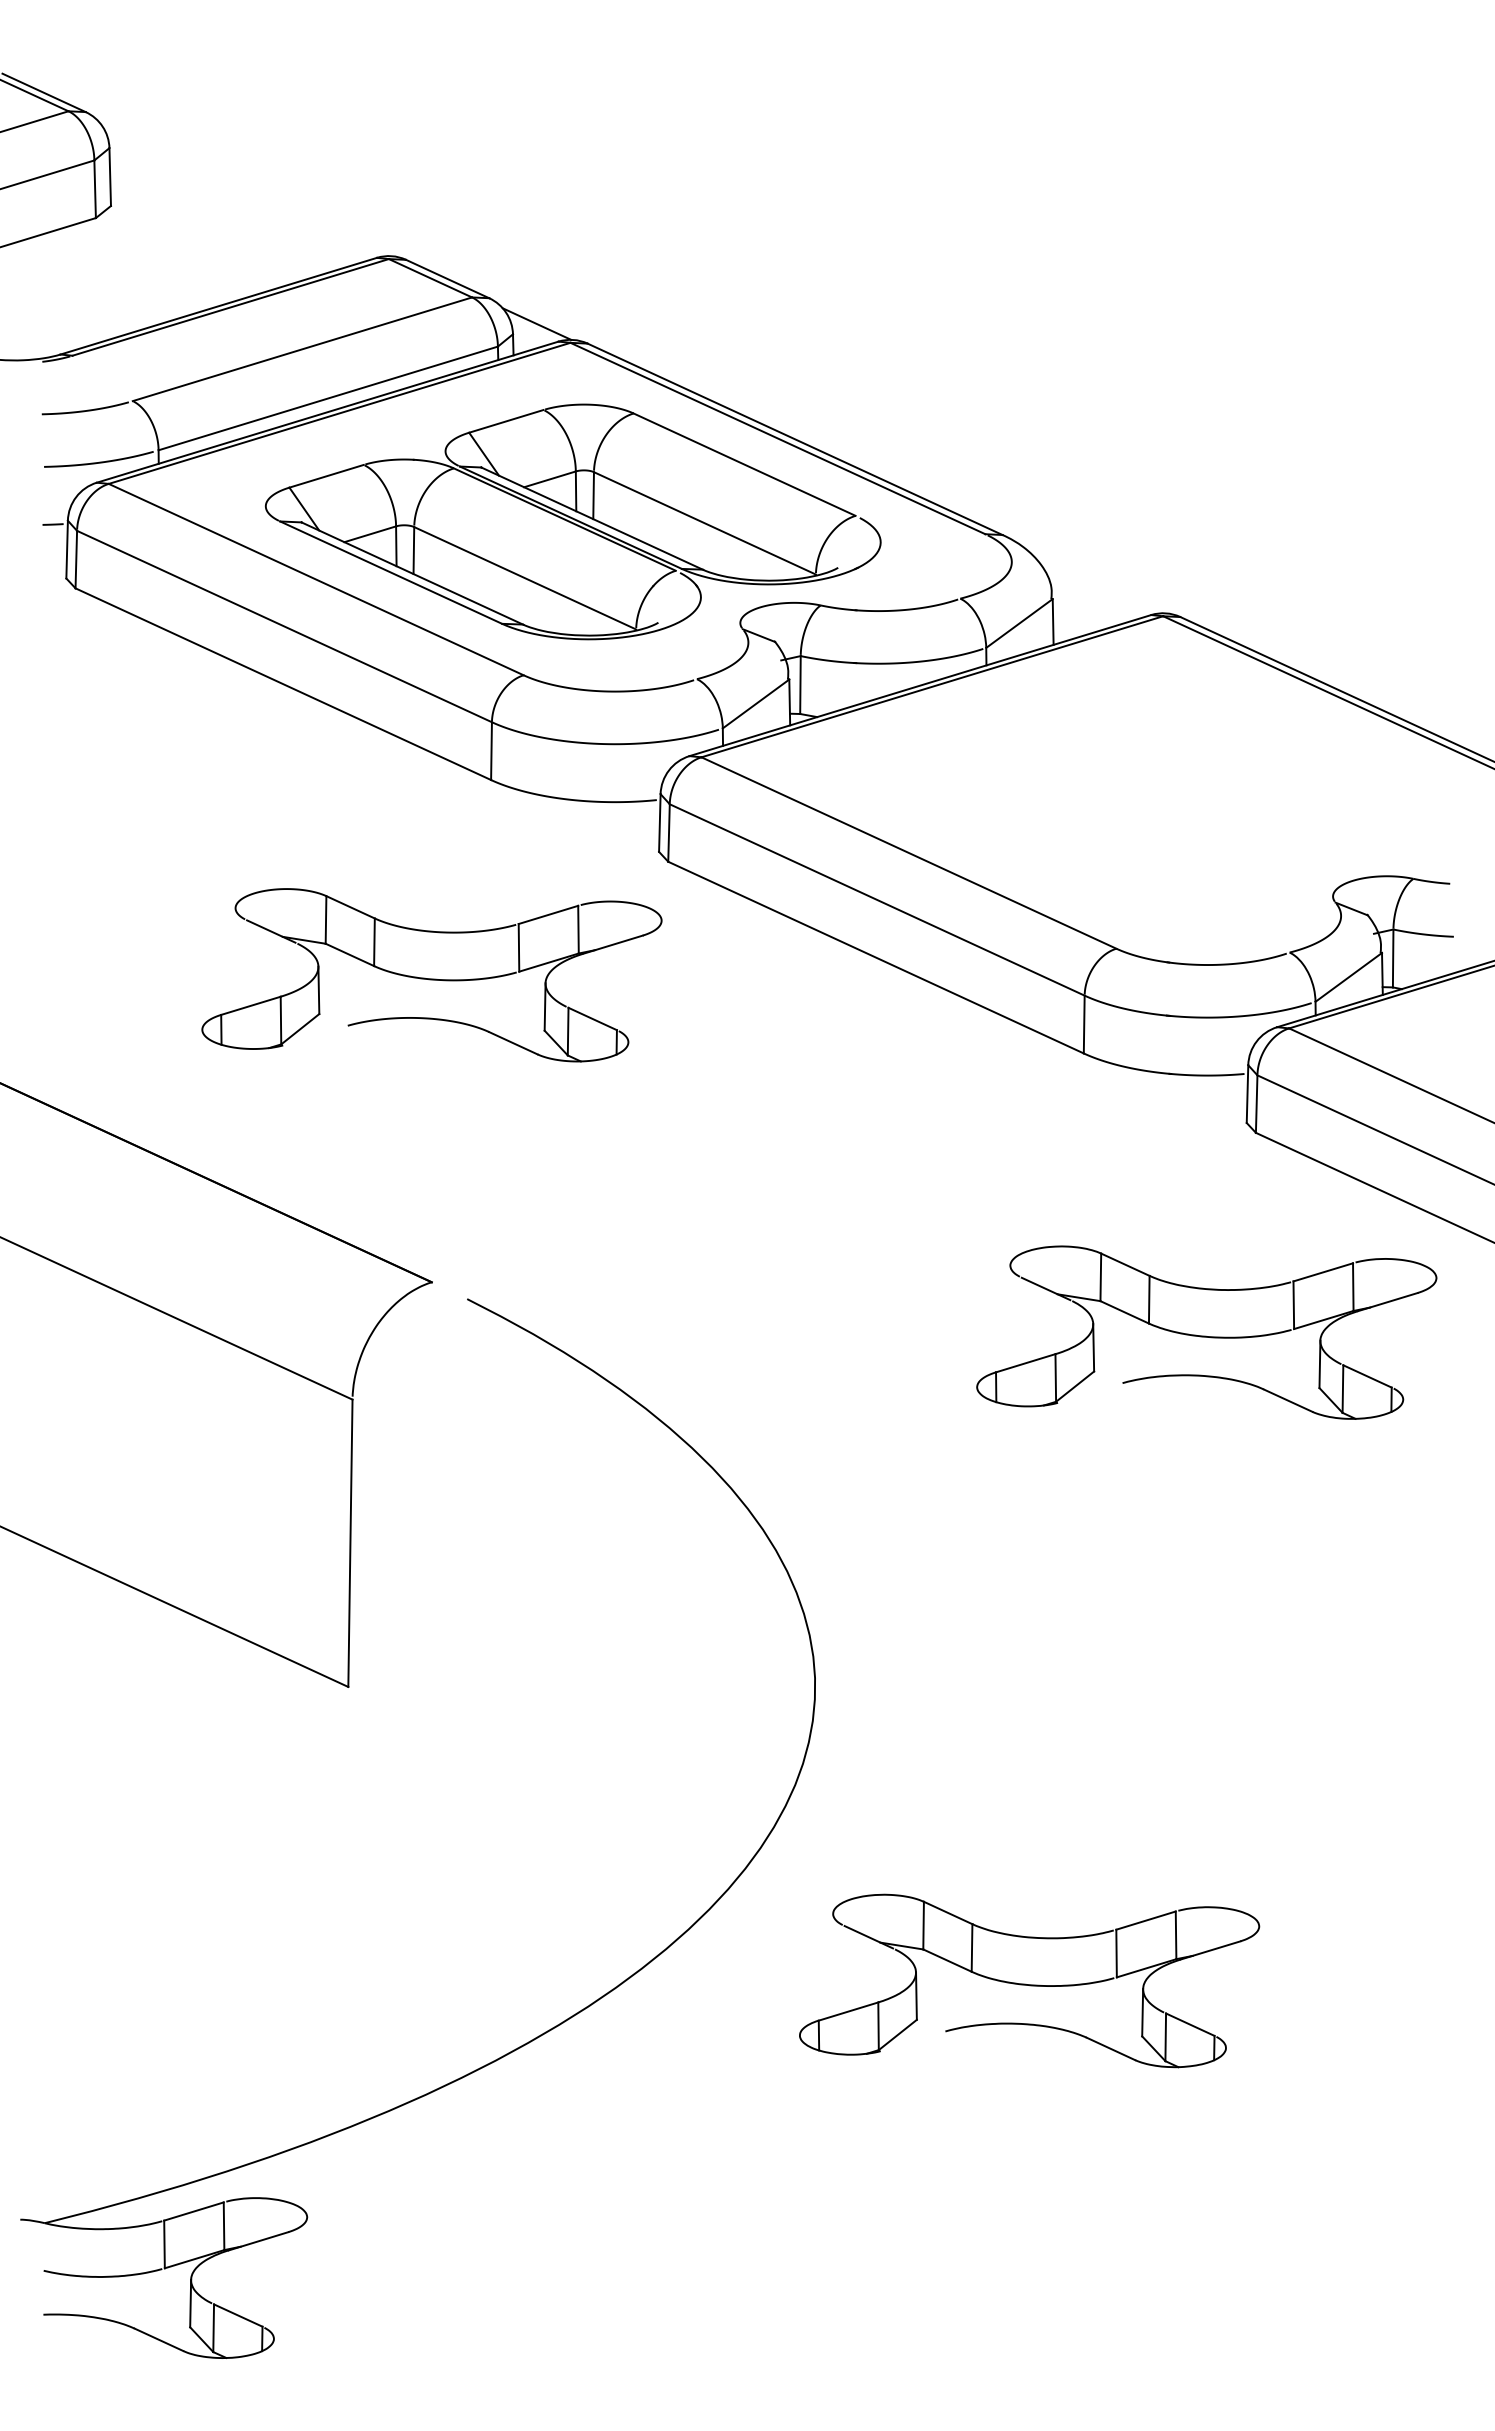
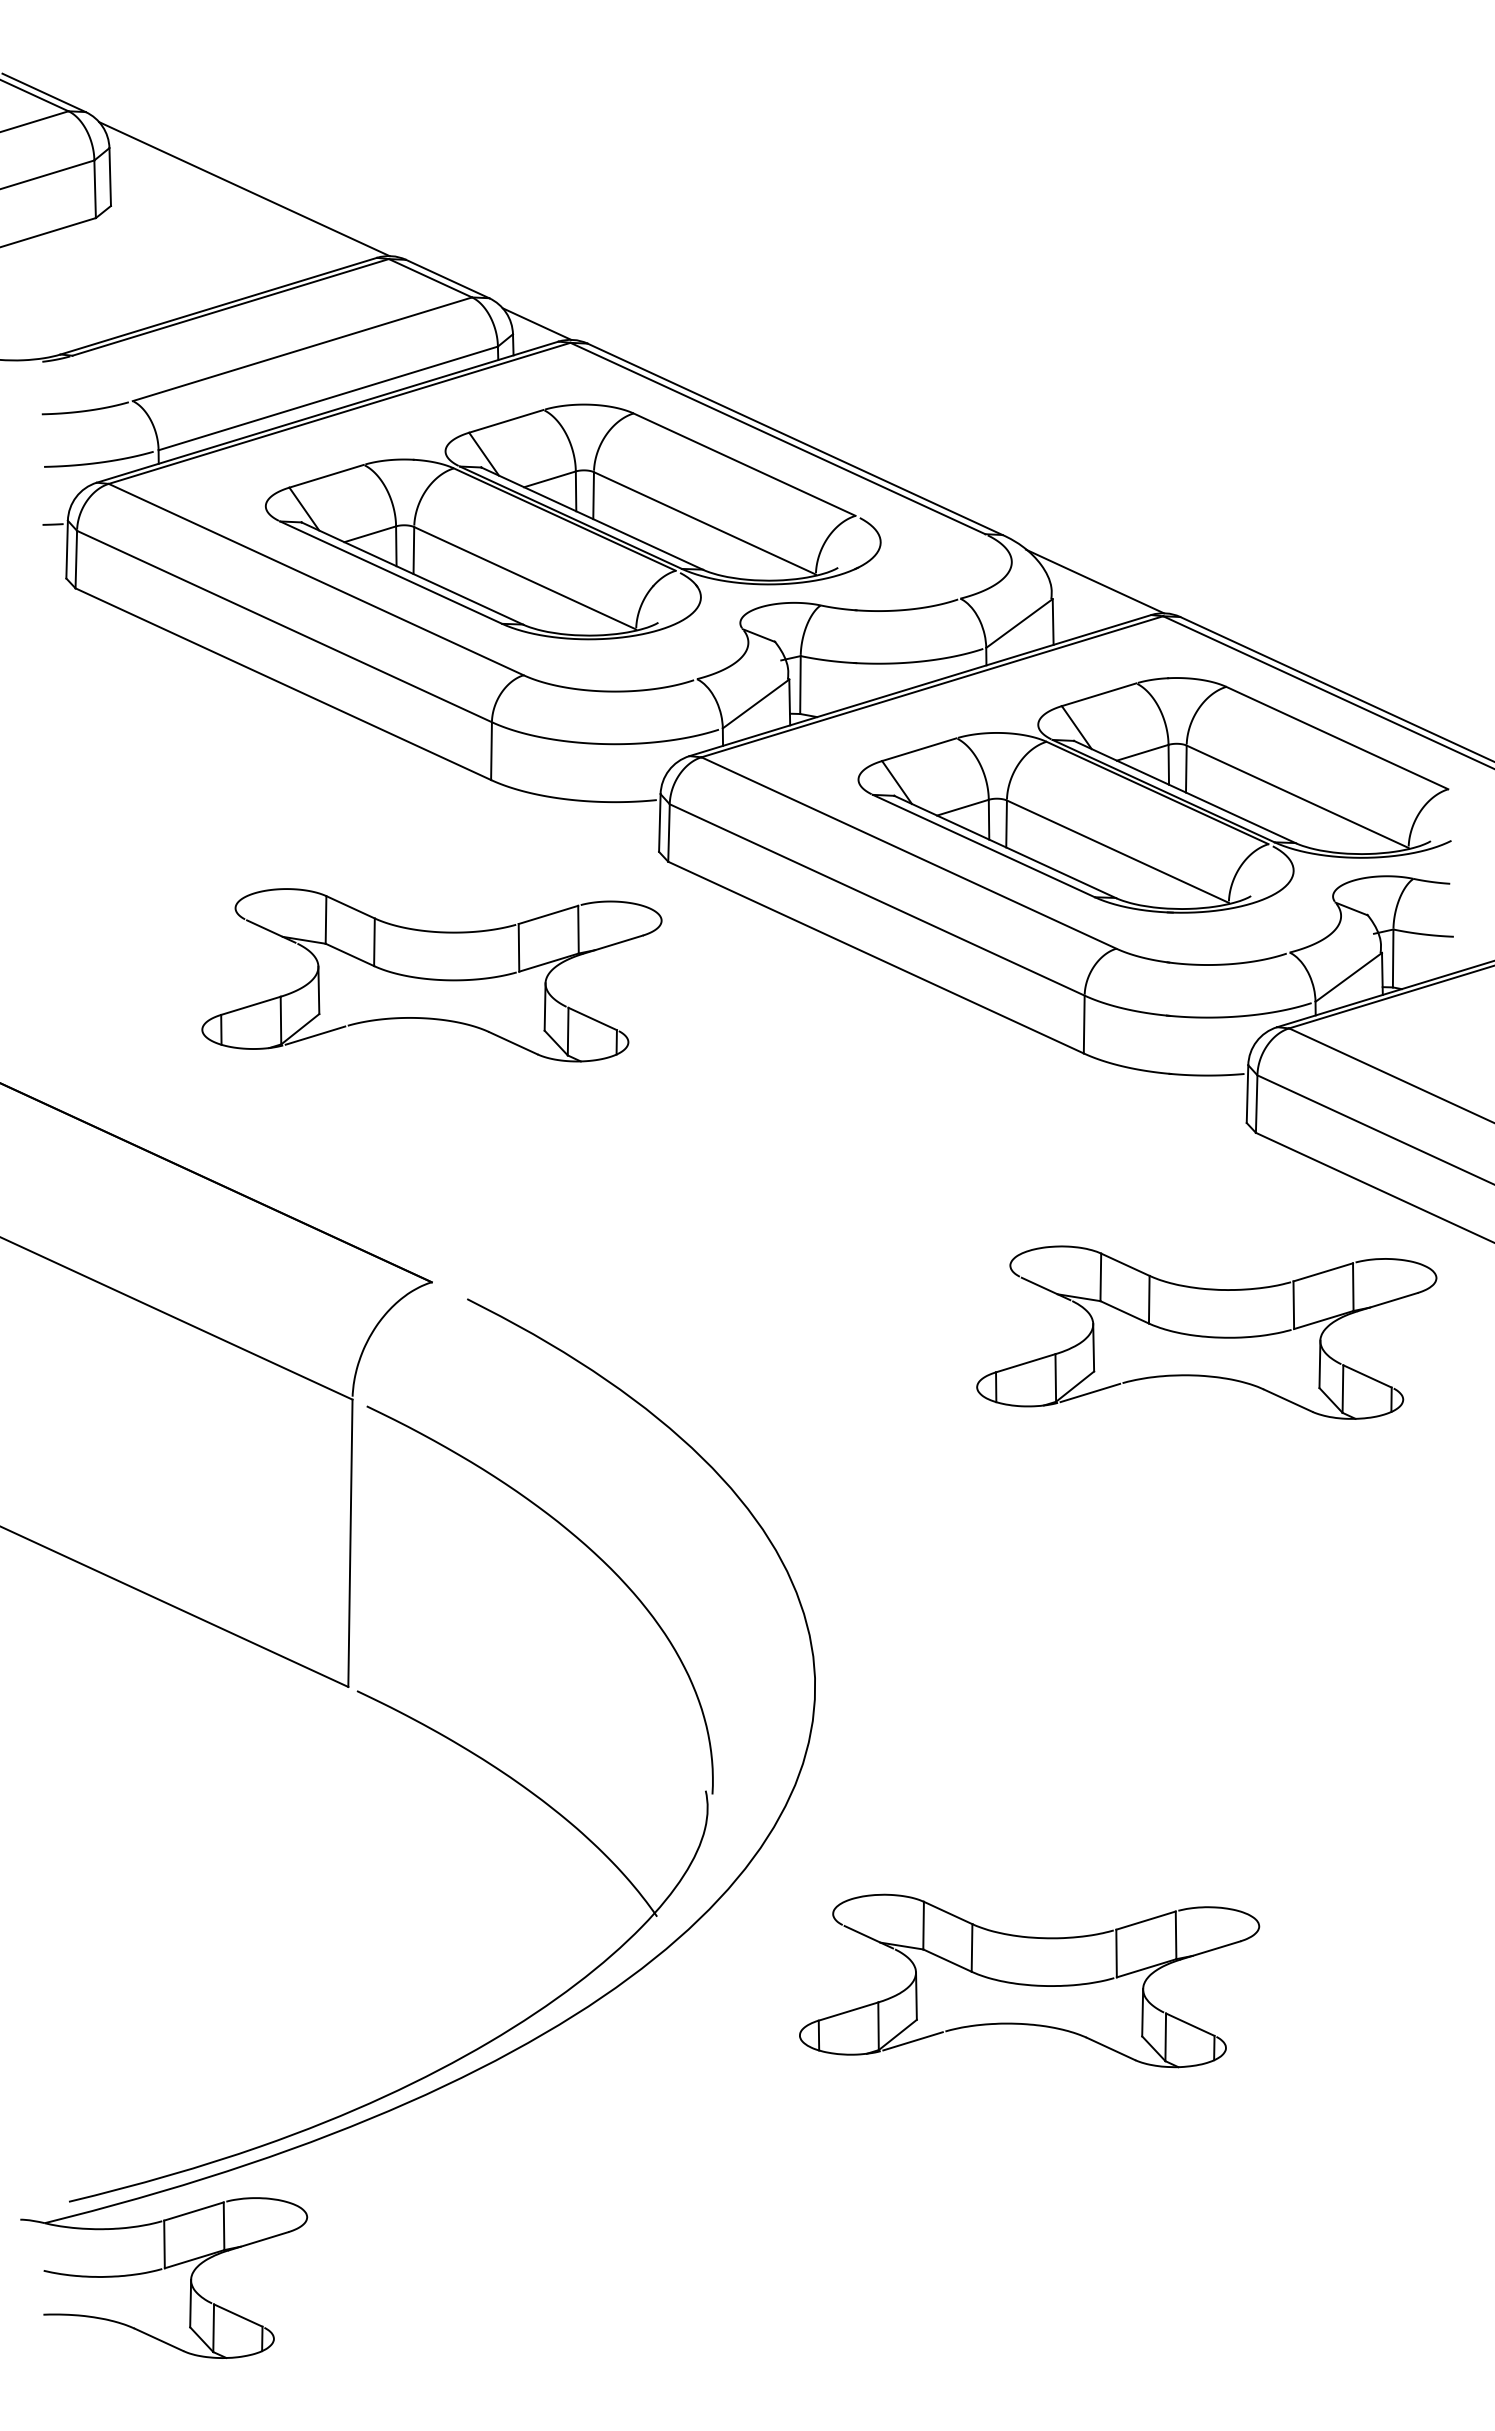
line at (244, 189): none -> present
line at (1094, 581): none -> present
part at (1154, 795): none -> present
line at (315, 1035): none -> present
line at (1090, 1392): none -> present
part at (431, 1730): none -> present
line at (912, 2041): none -> present
